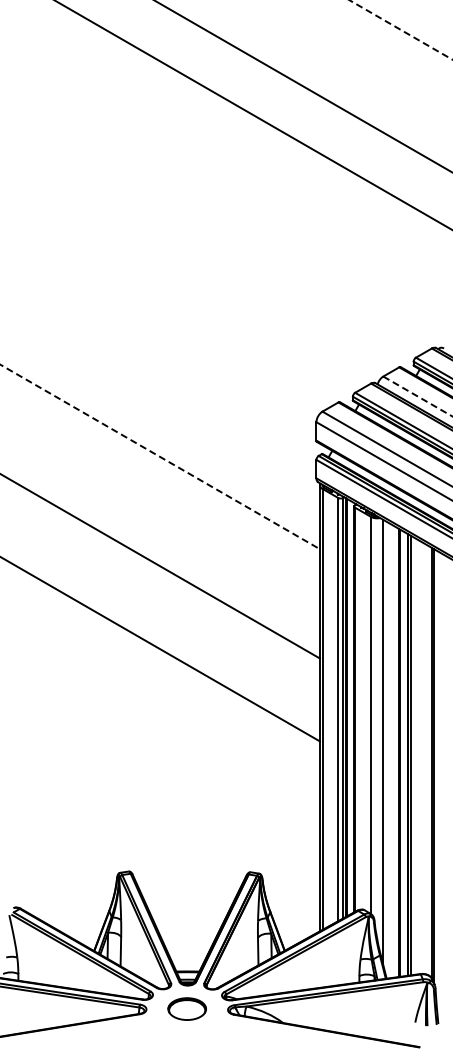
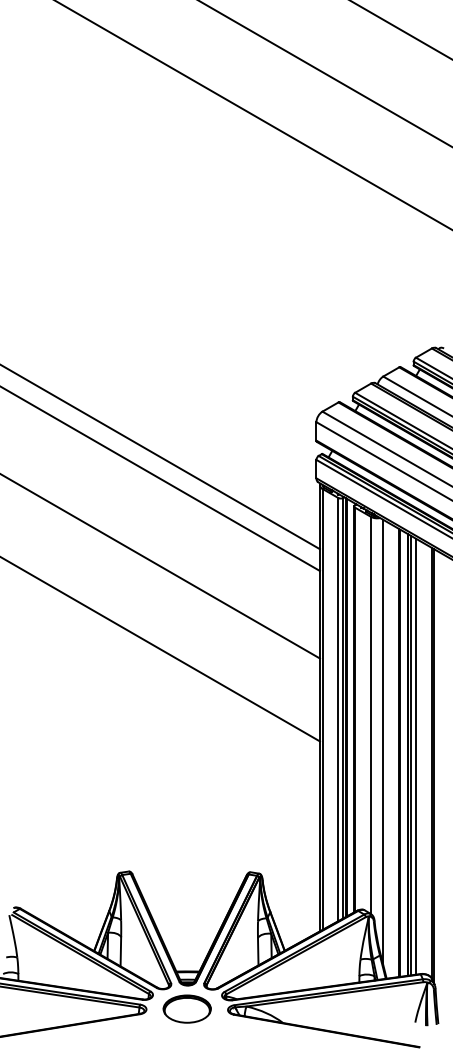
line at (400, 29): dashed -> solid
line at (303, 86) position: (303, 86) -> (325, 73)
line at (417, 396): dashed -> solid
line at (160, 457): dashed -> solid
line at (160, 479): none -> present
line at (415, 756): none -> present
part at (186, 1008) size: 40x24 px -> 50x30 px
